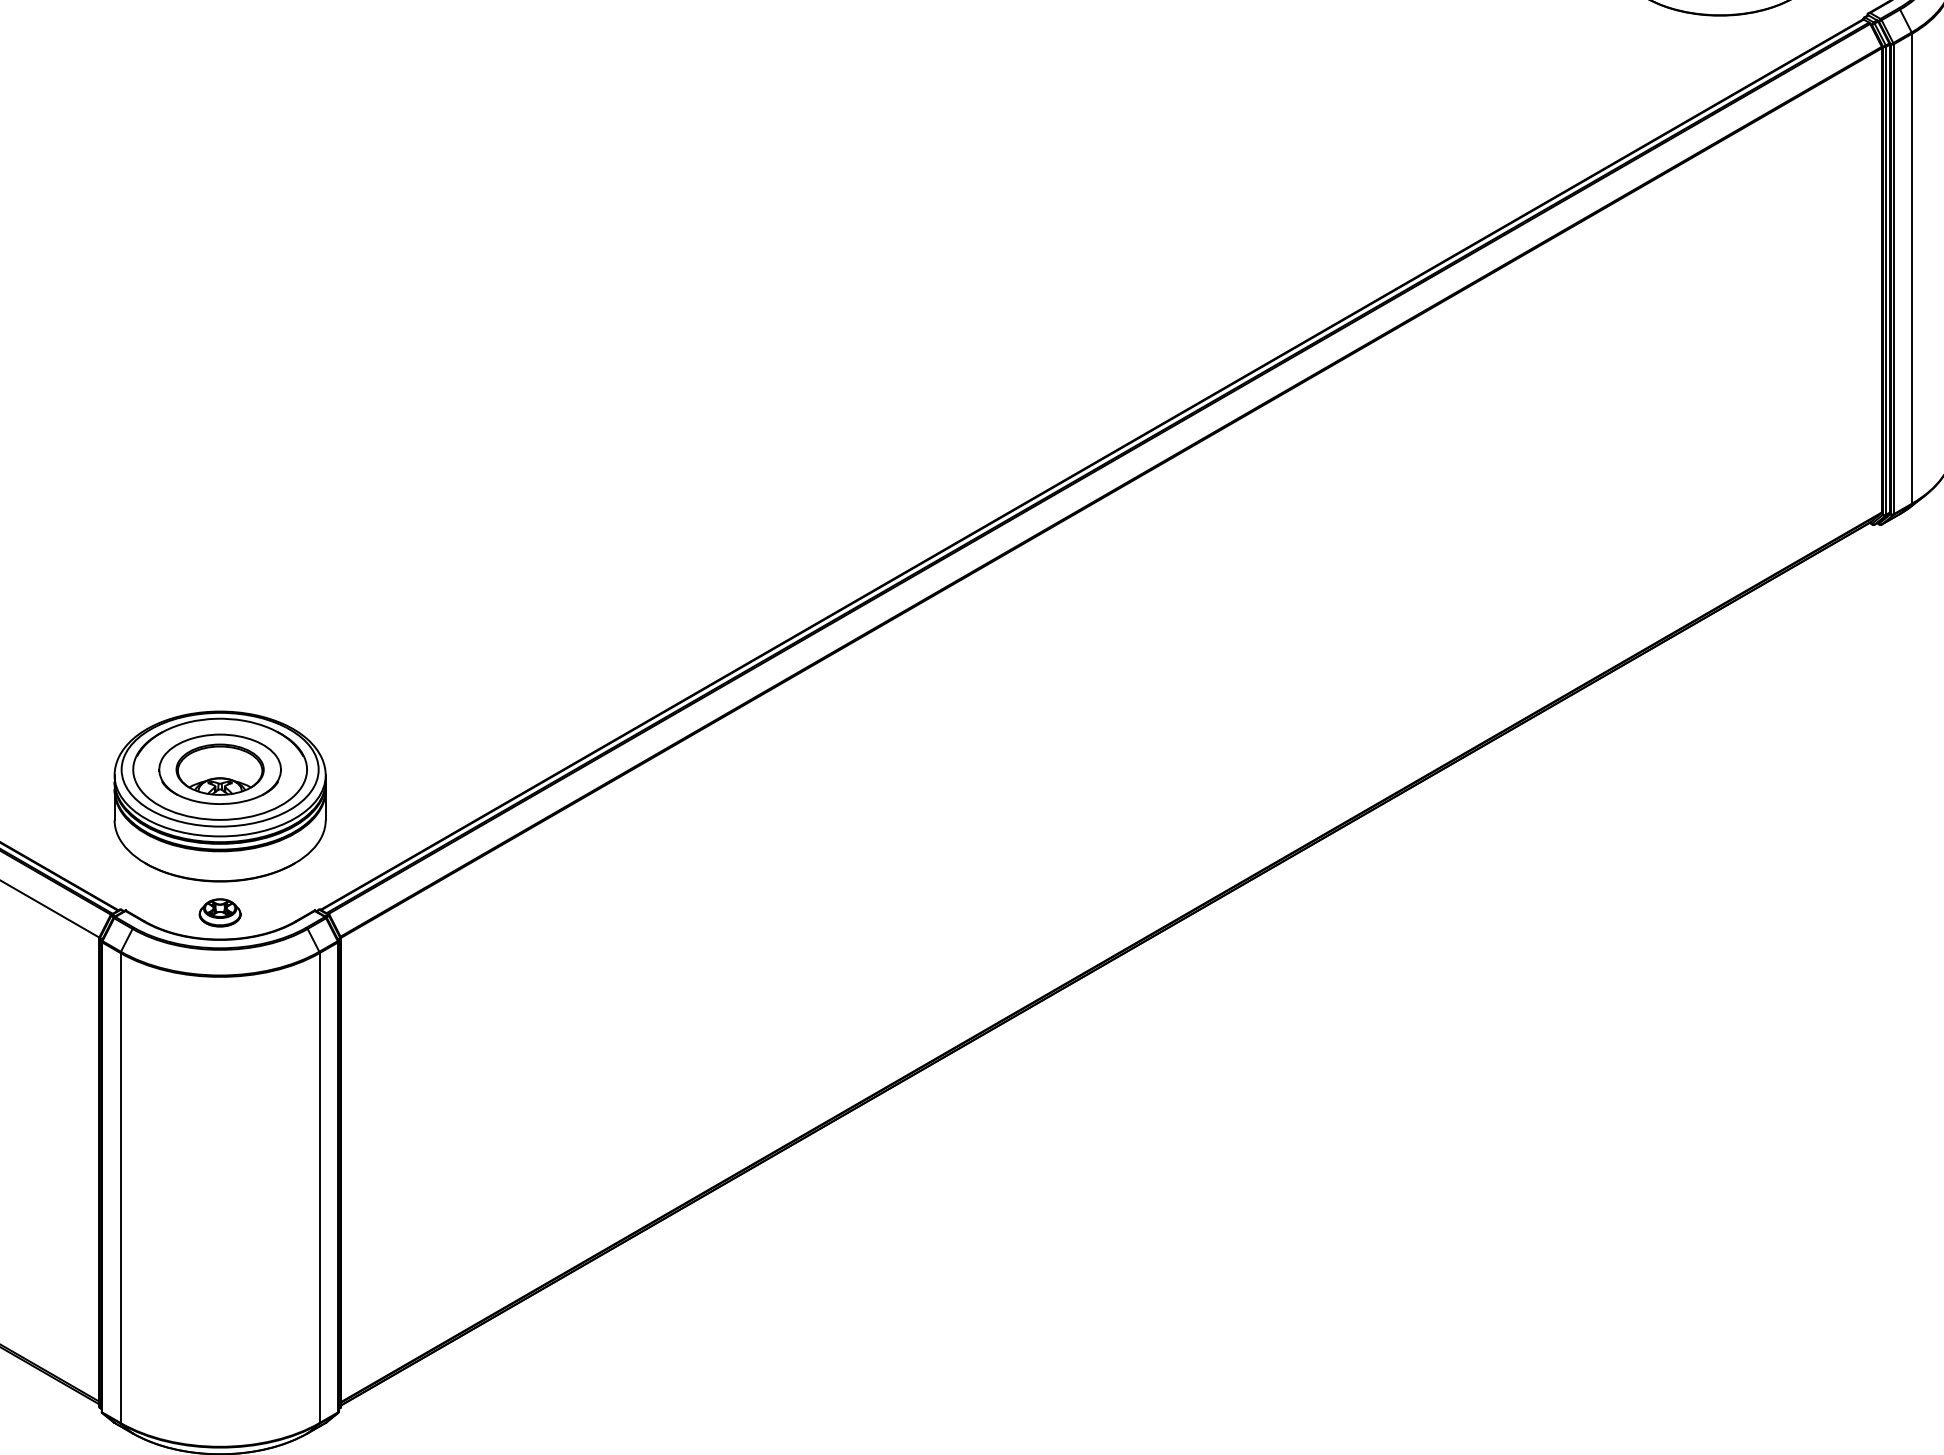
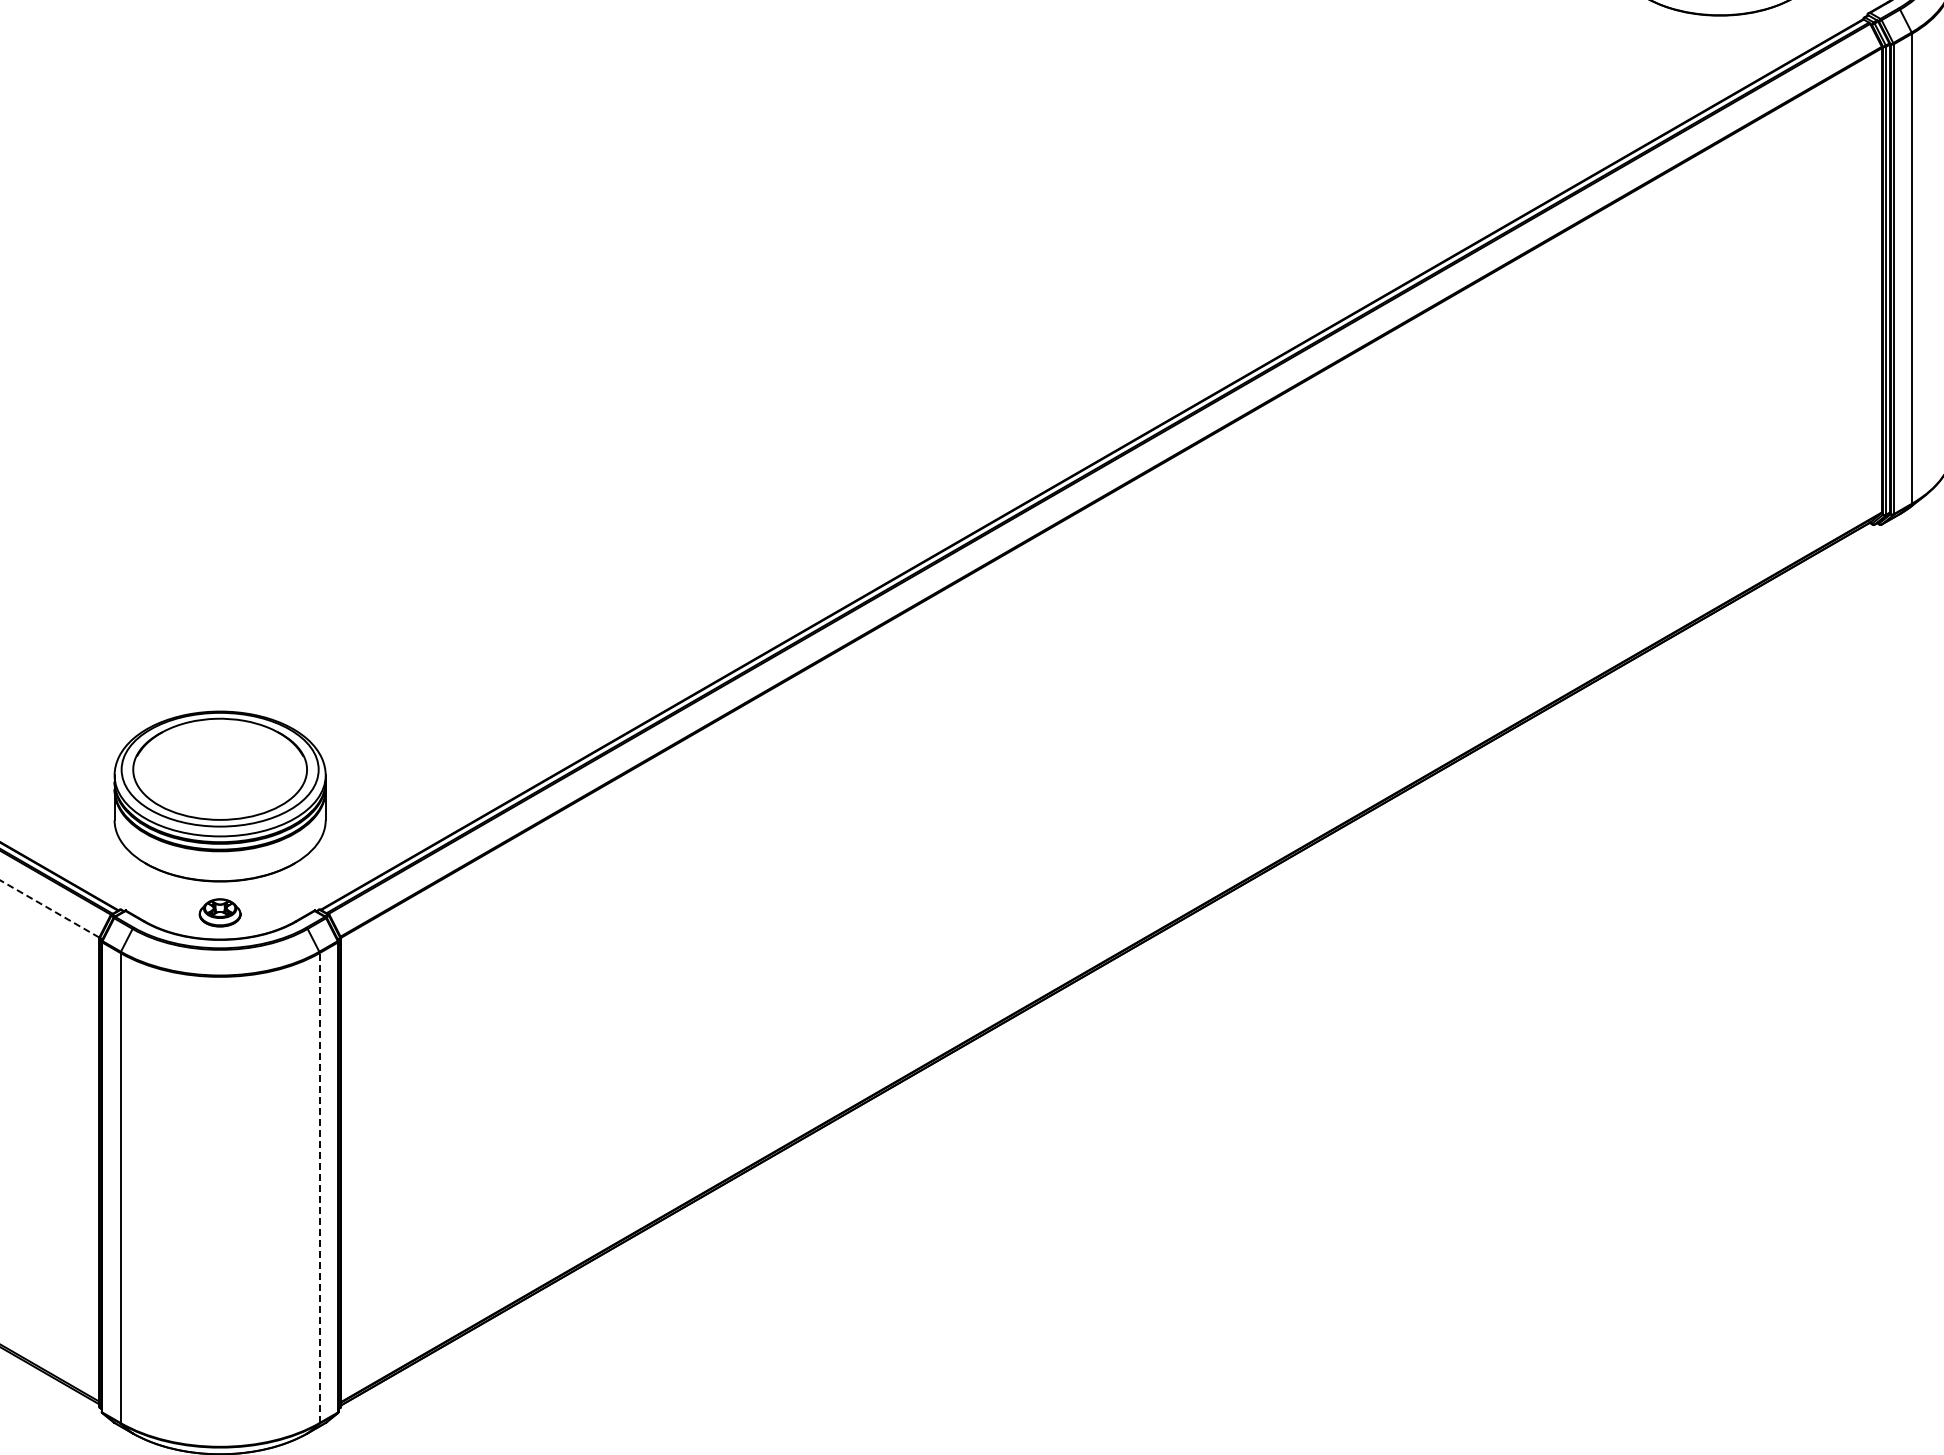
part at (219, 768): present -> none
line at (49, 909): solid -> dashed
line at (319, 1188): solid -> dashed
